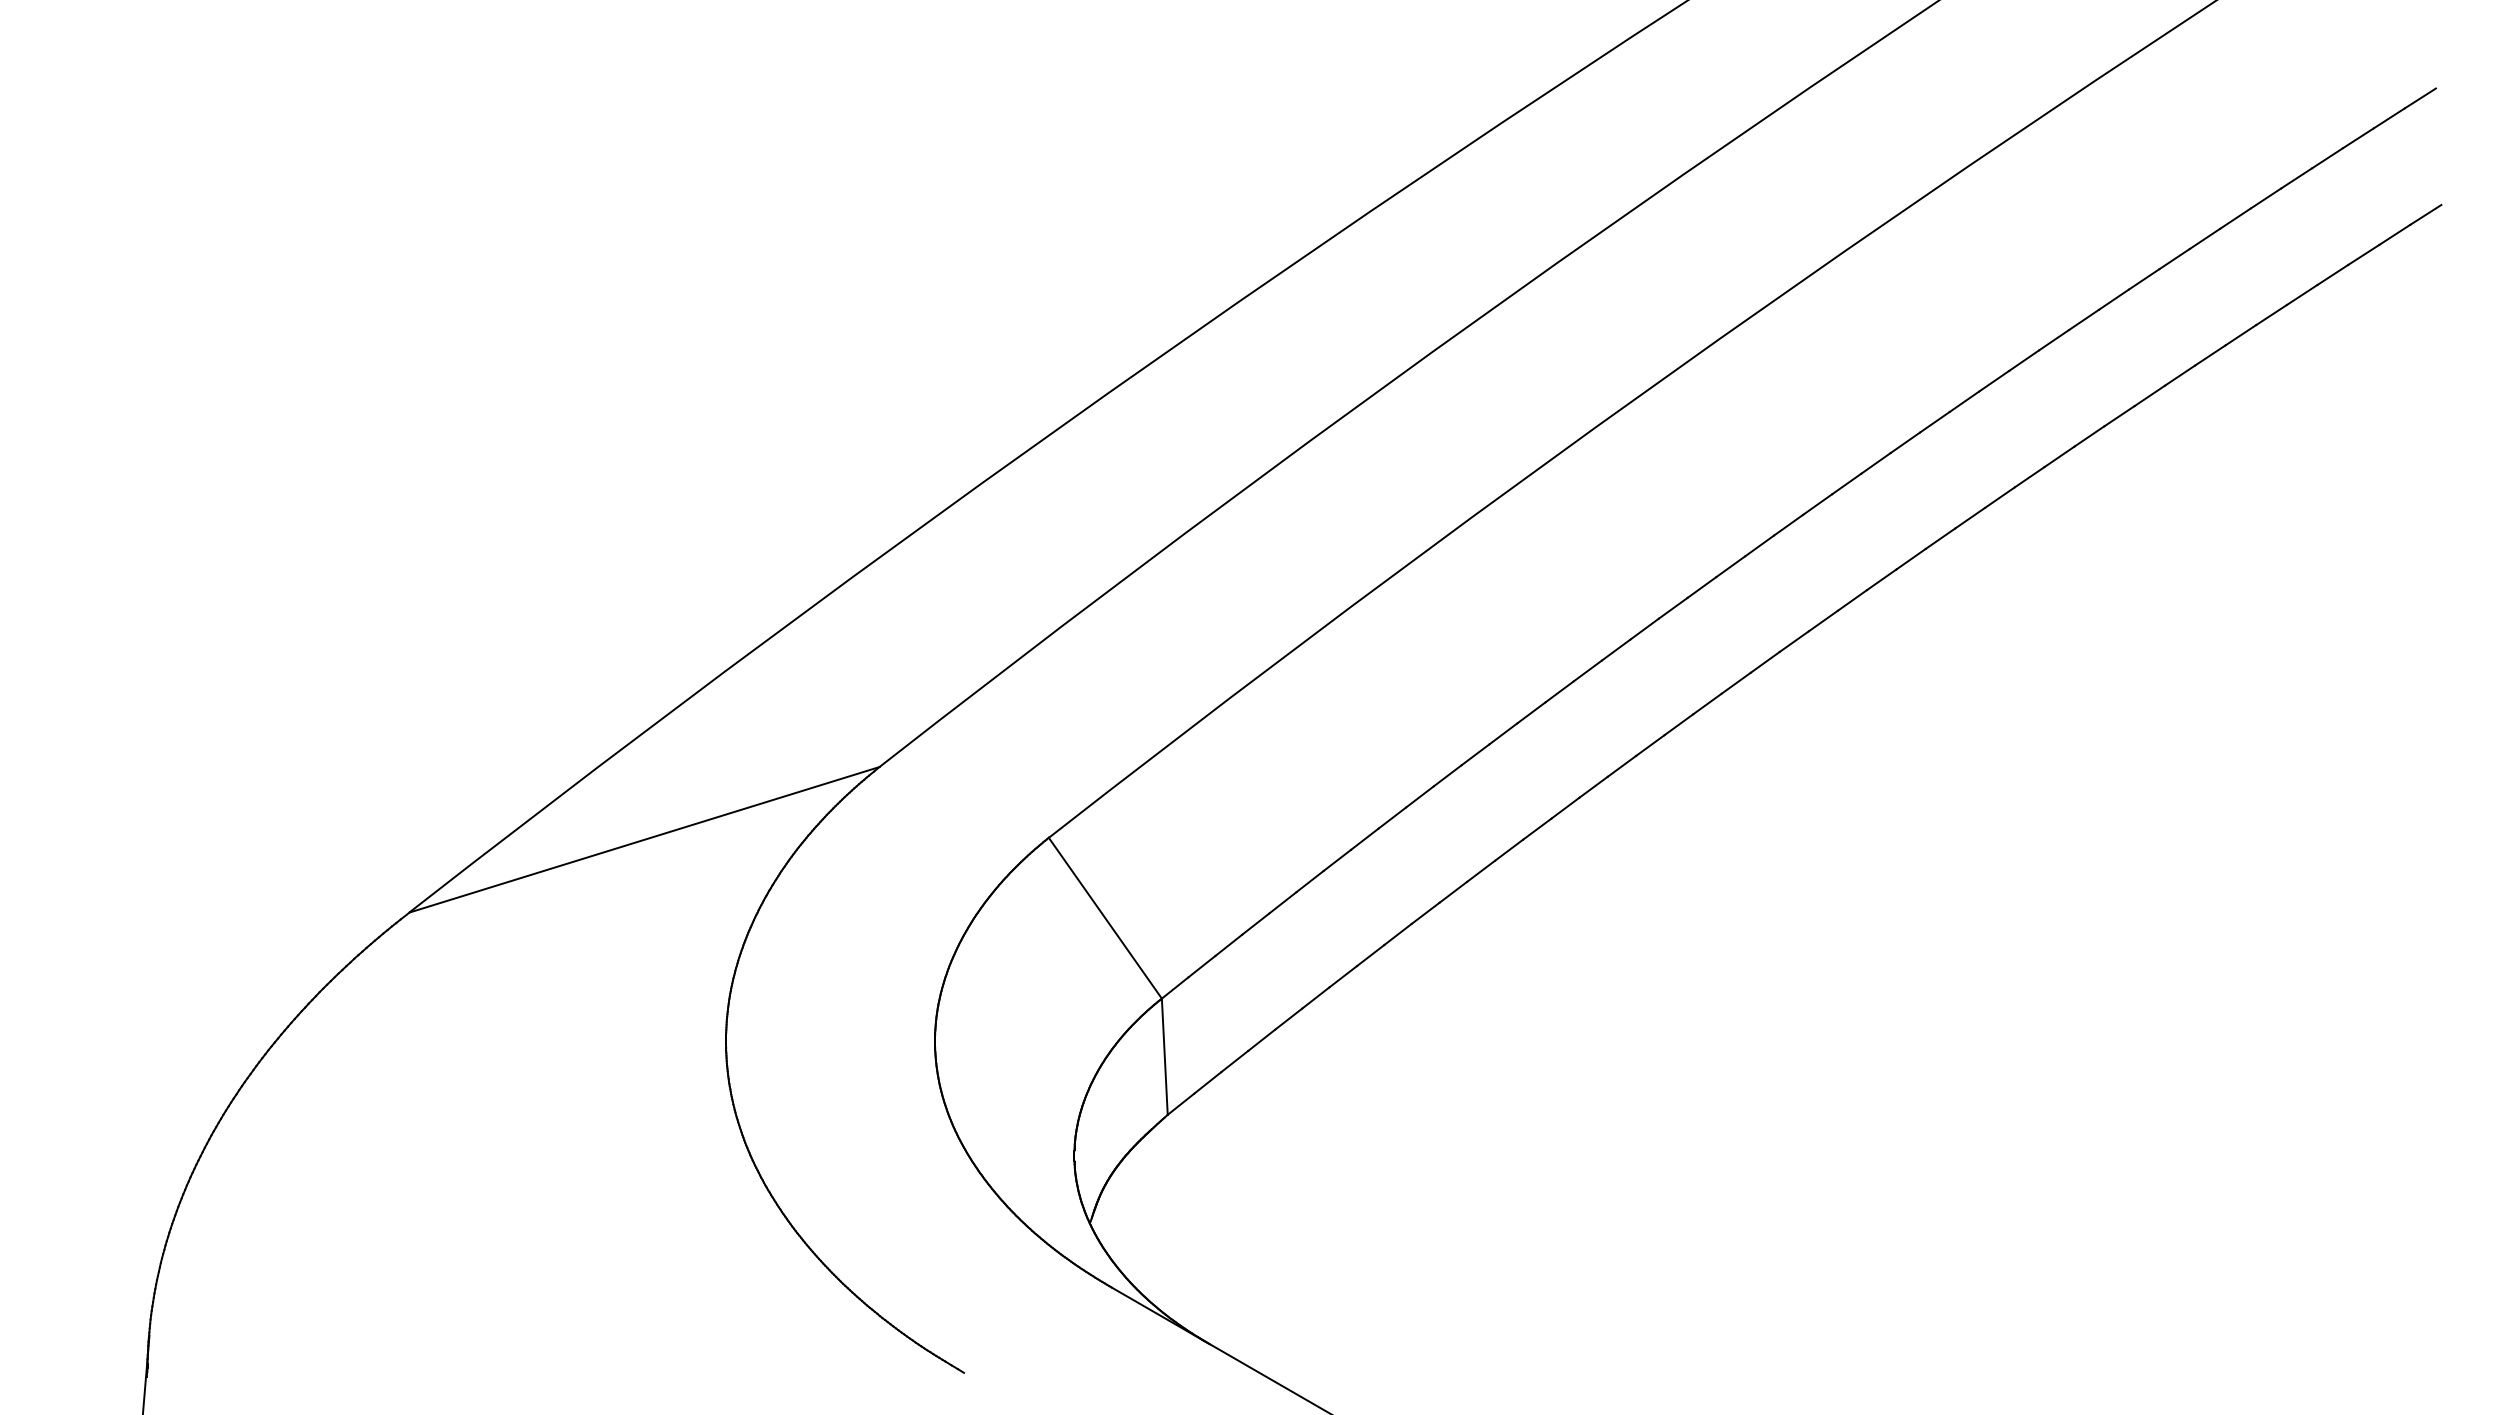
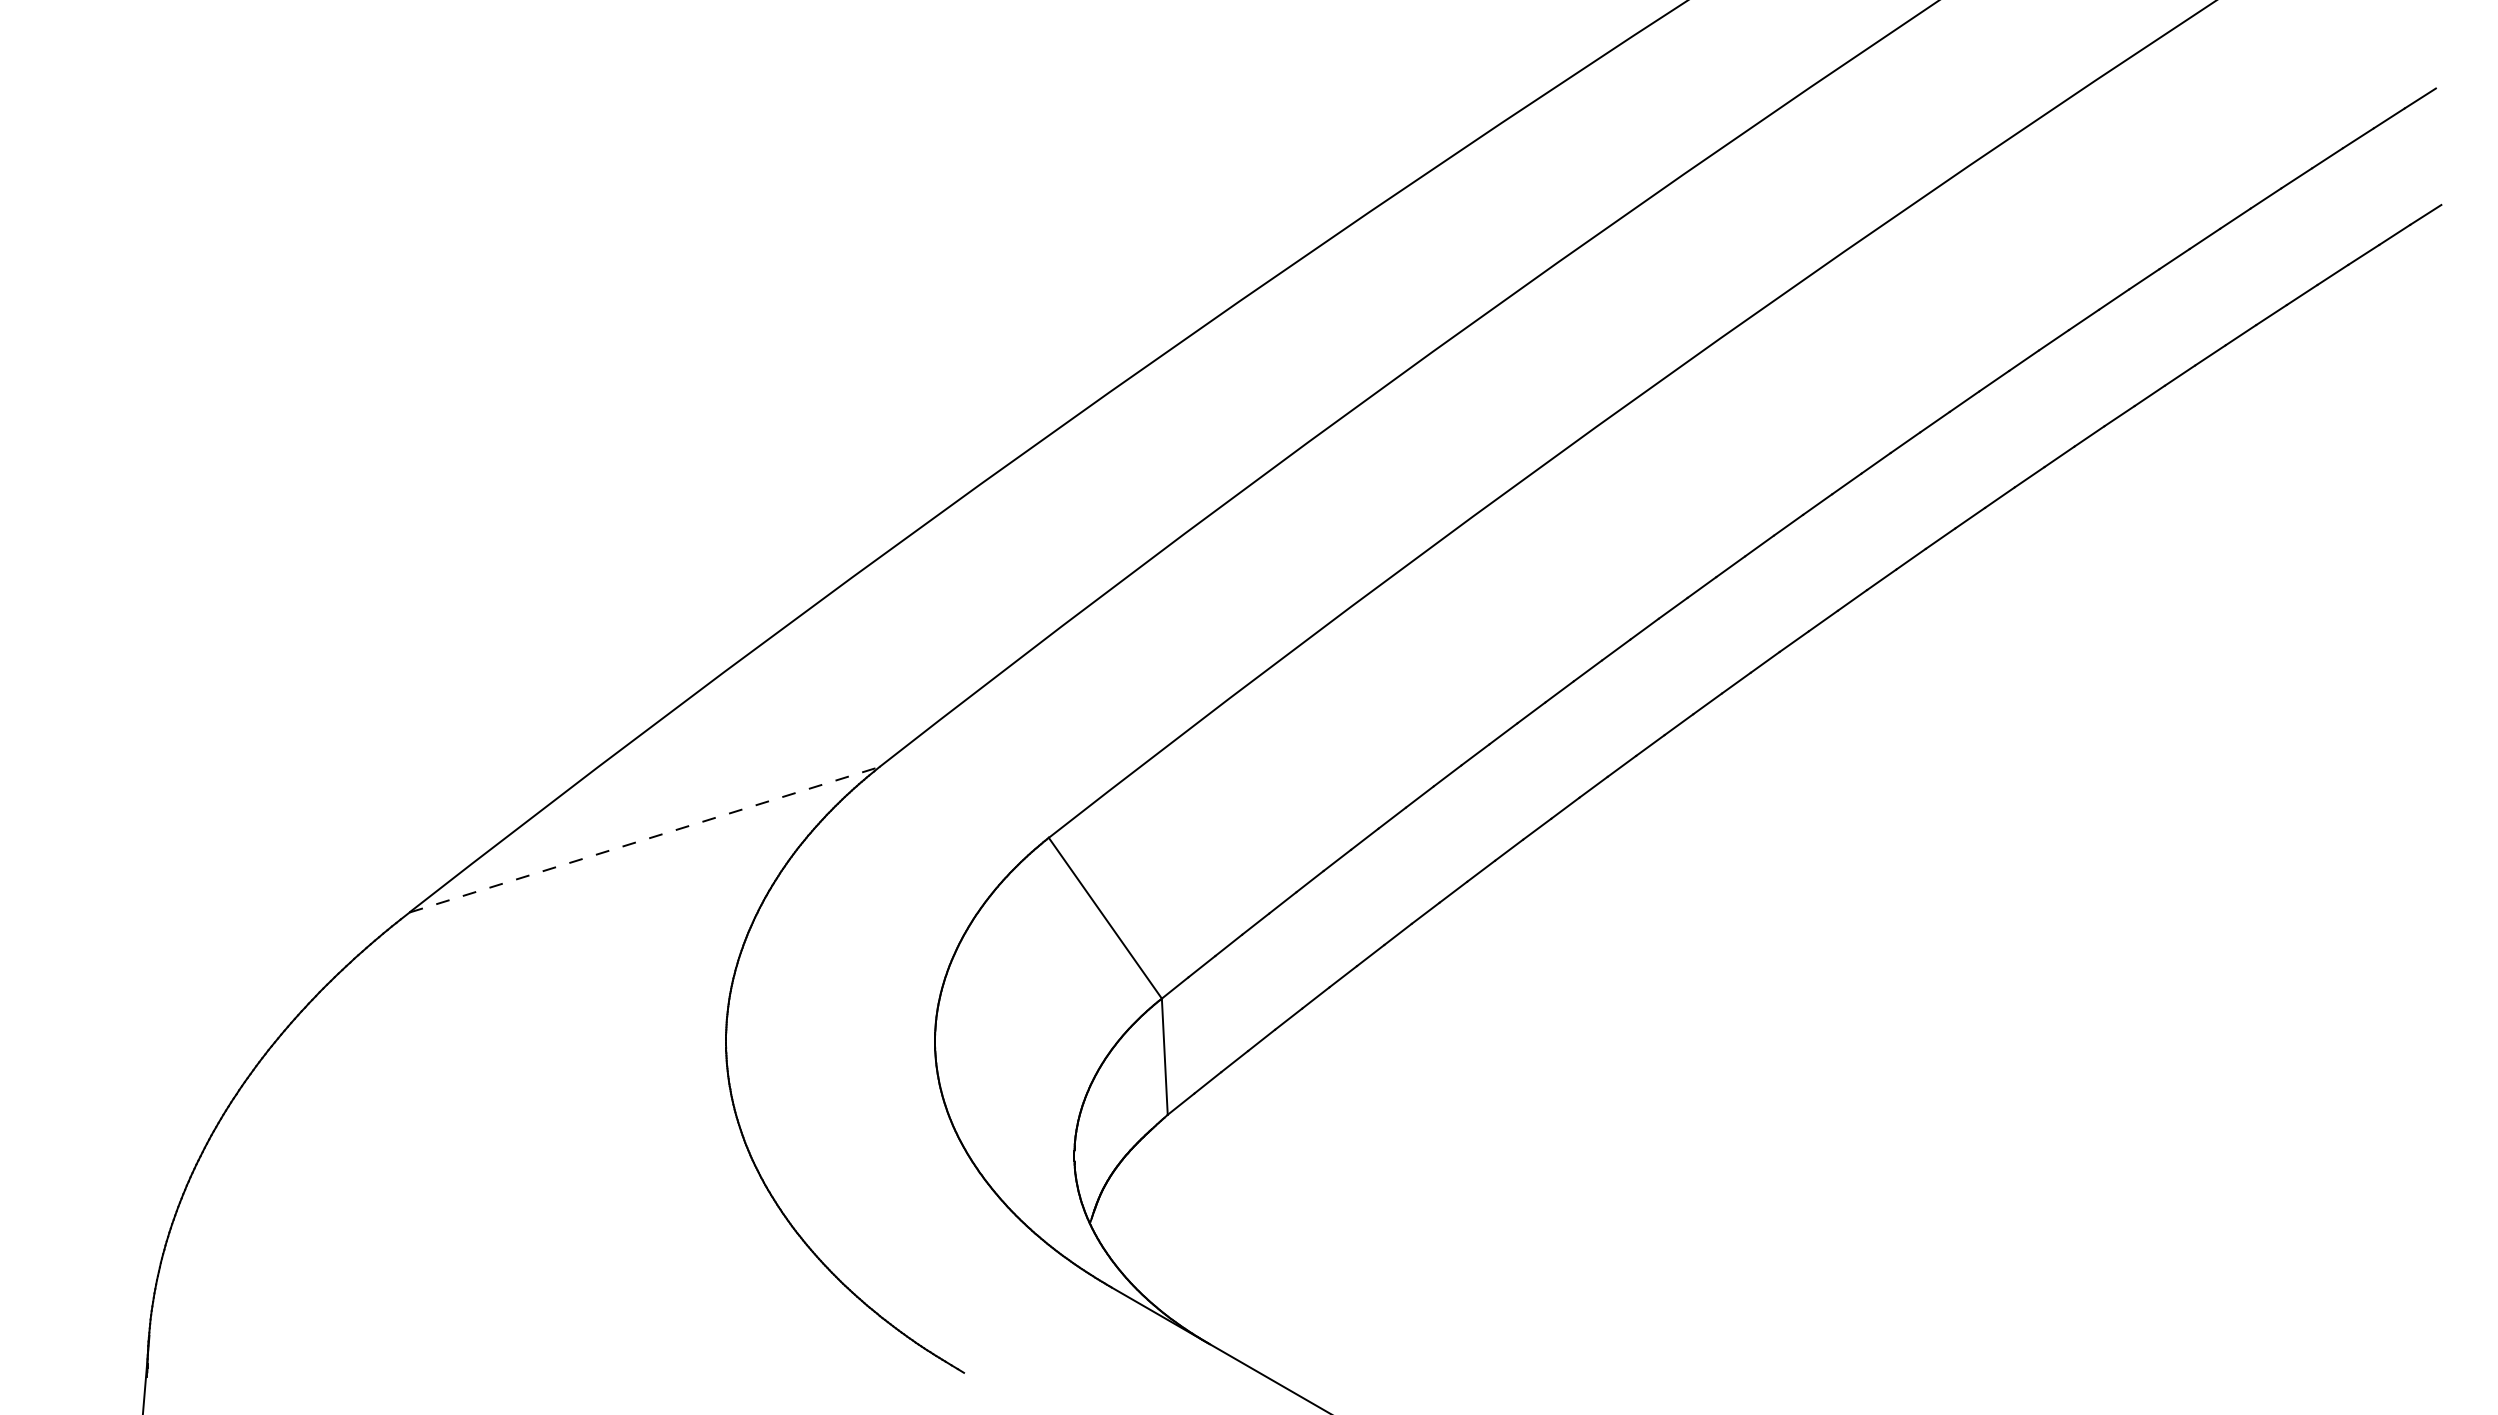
line at (644, 839): solid -> dashed
